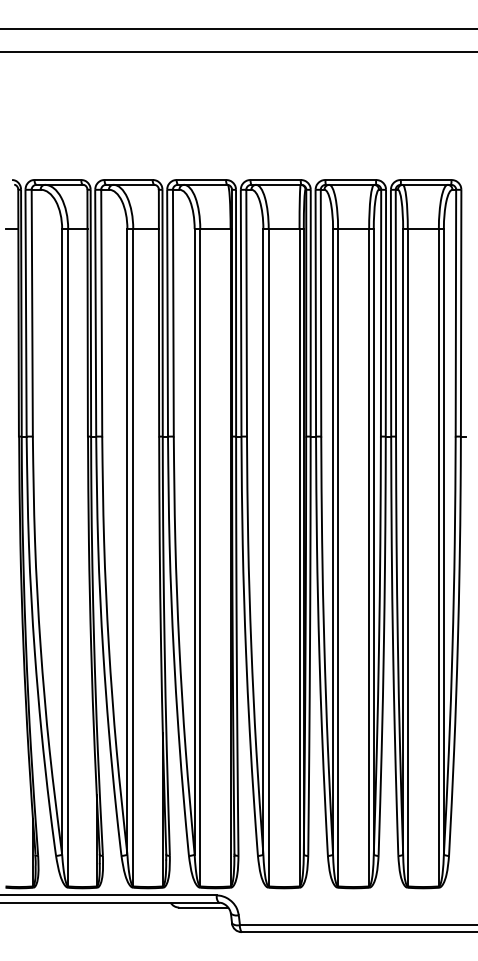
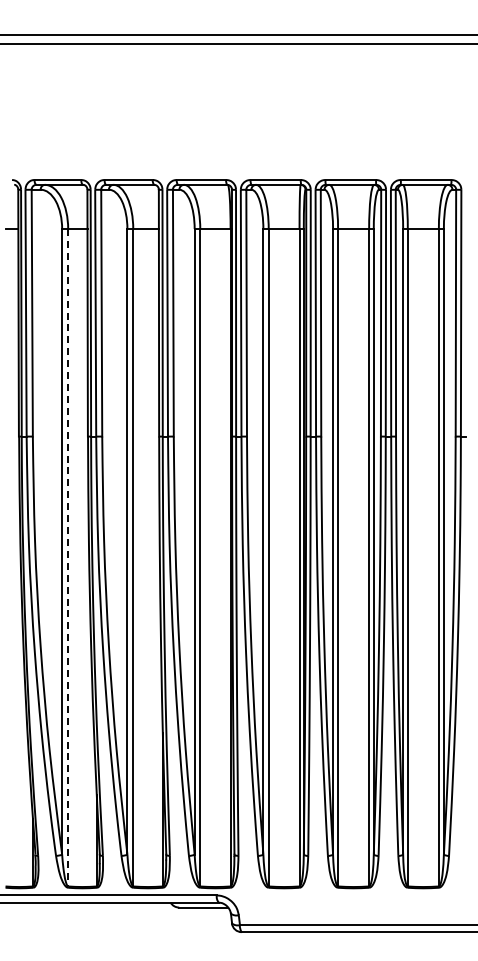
line at (238, 28) position: (238, 28) -> (238, 34)
line at (238, 52) position: (238, 52) -> (238, 44)
line at (68, 557): solid -> dashed
